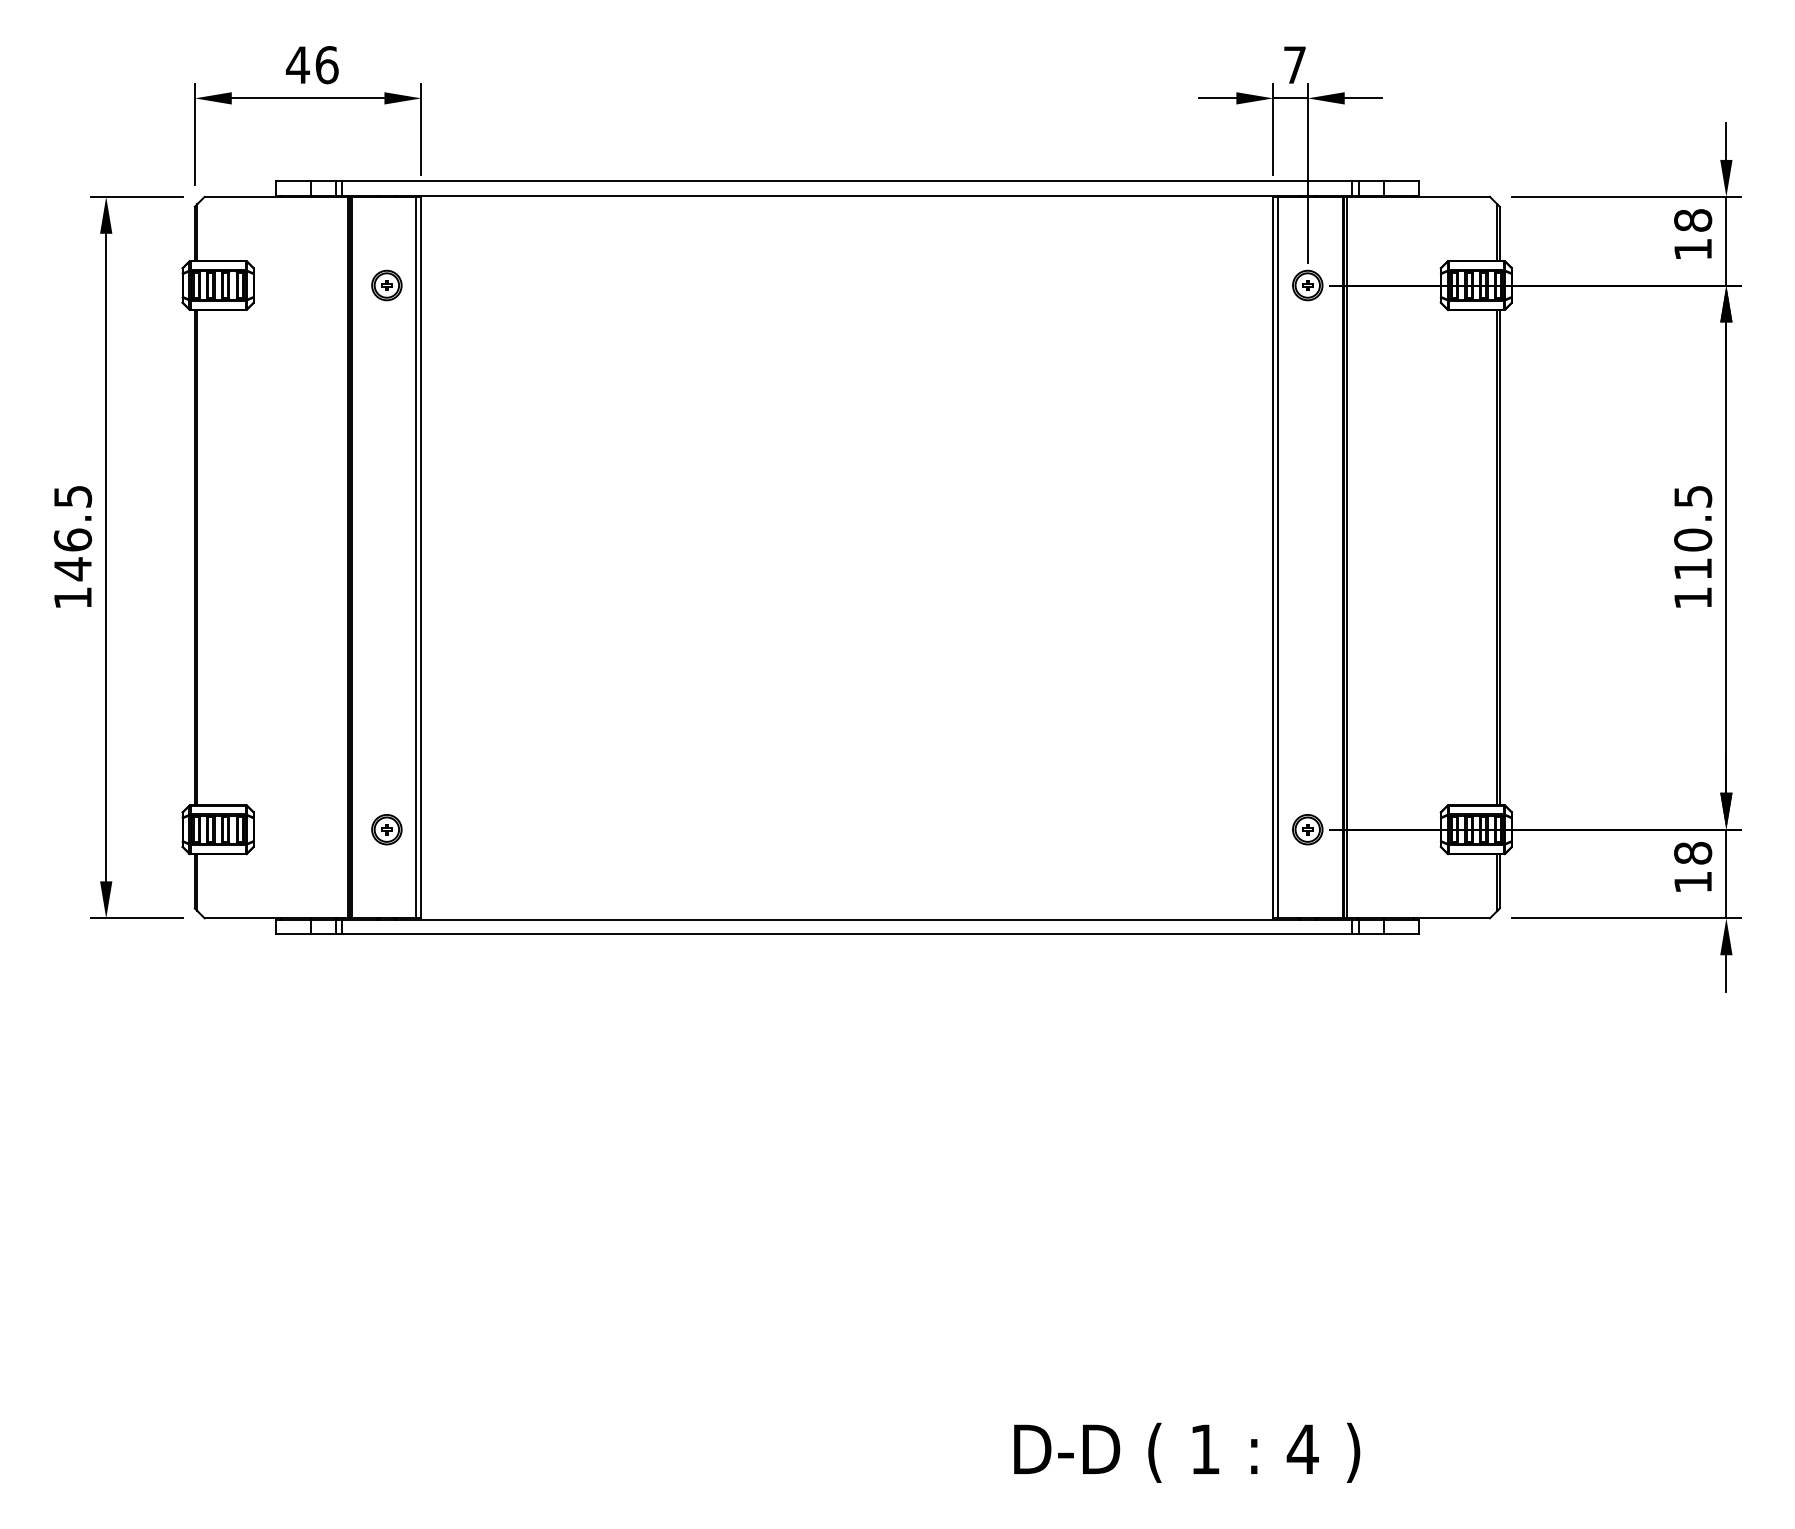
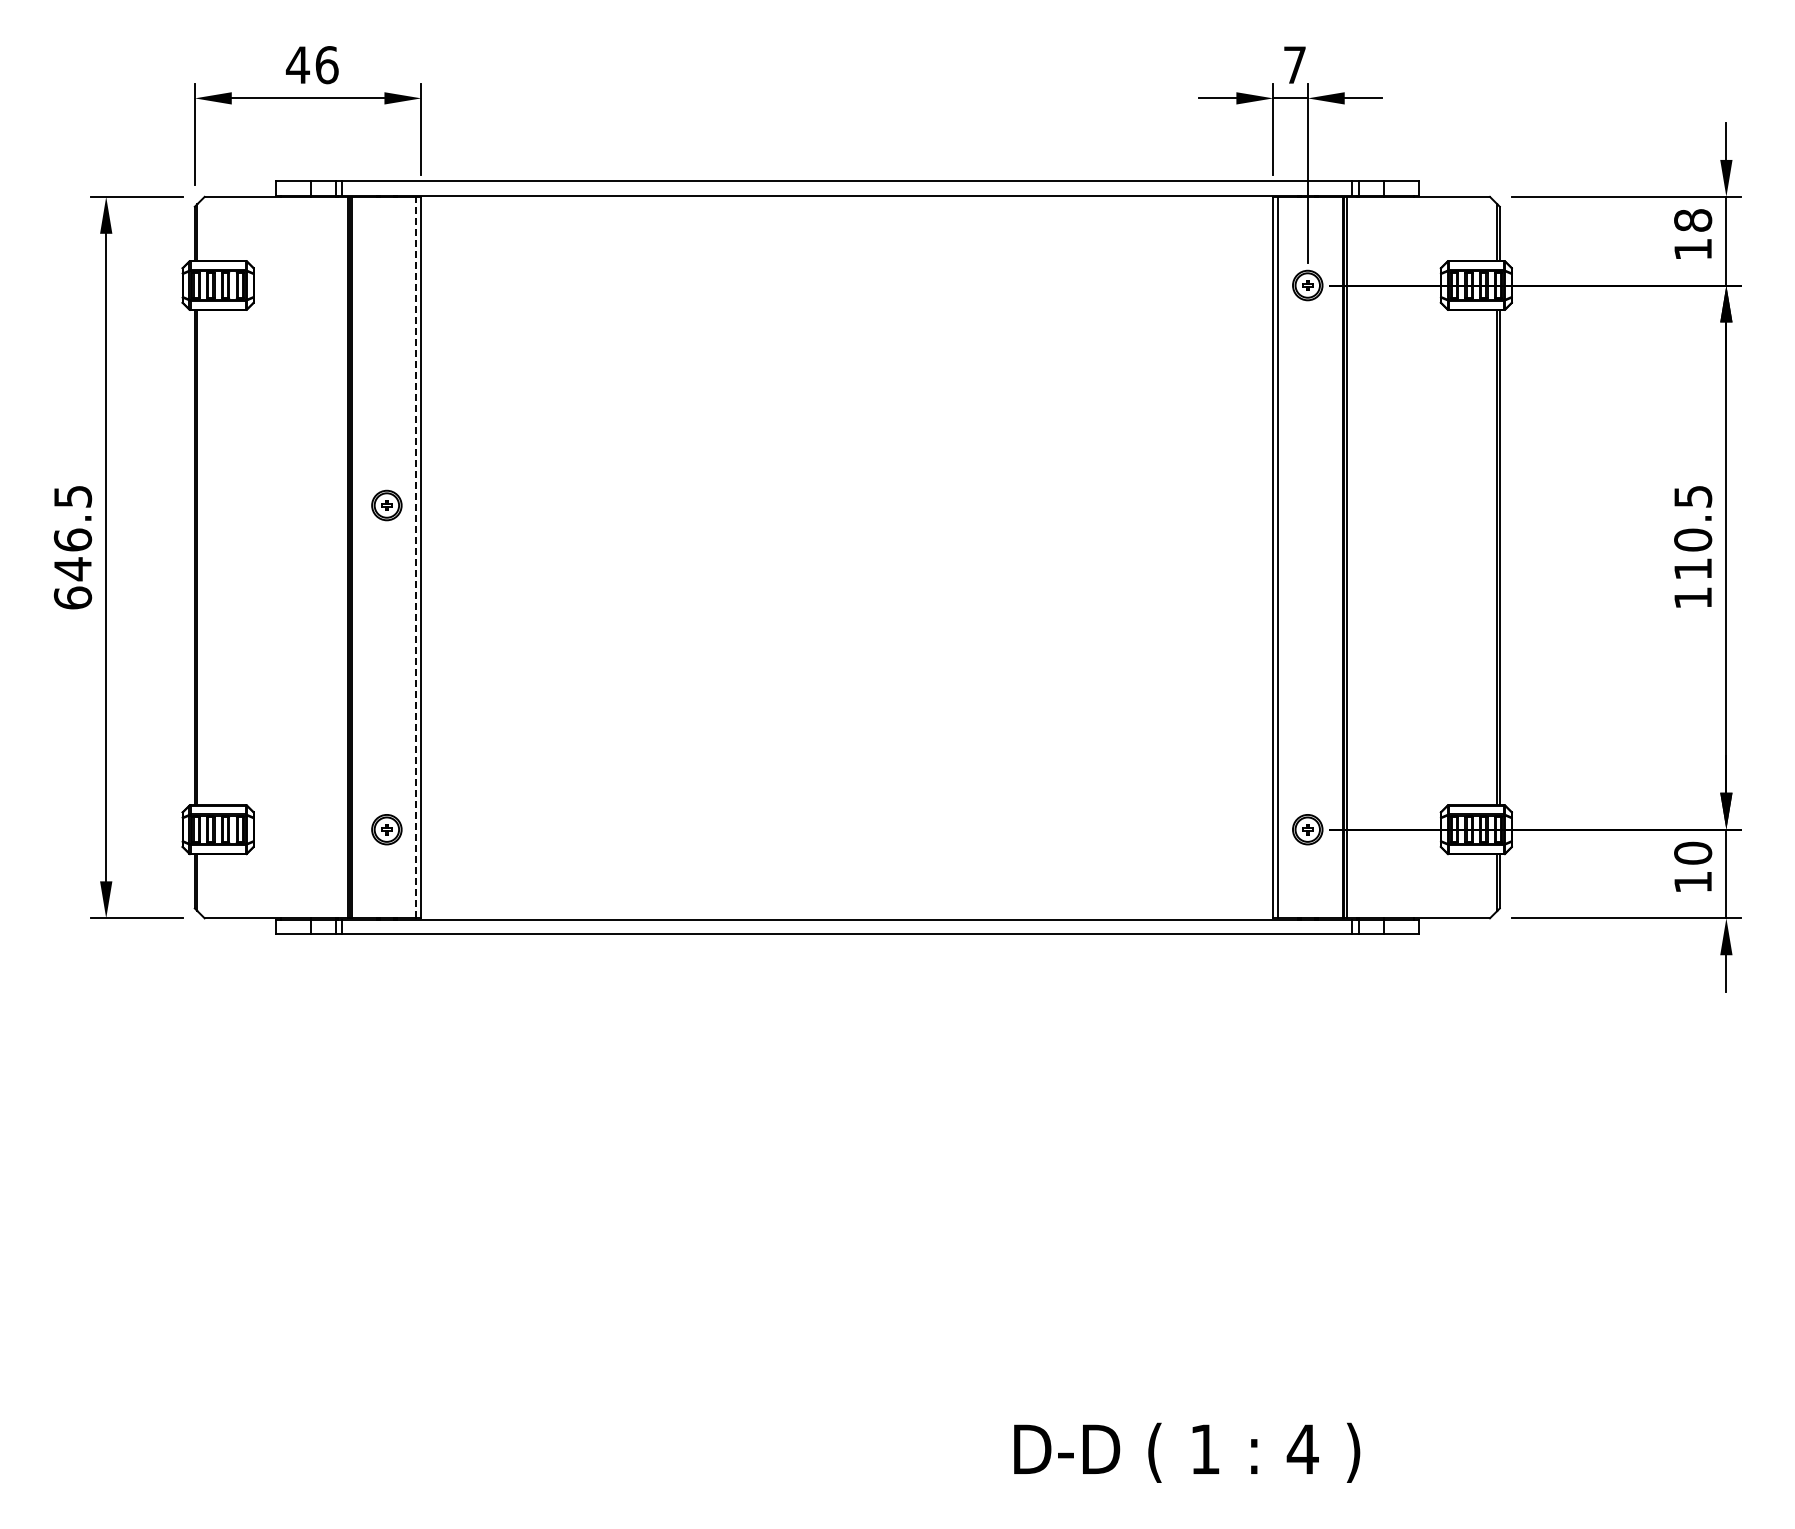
part at (386, 285) position: (386, 285) -> (386, 505)
line at (416, 557): solid -> dashed
text at (72, 597): 146.5 -> 646.5
text at (1693, 852): 18 -> 10
